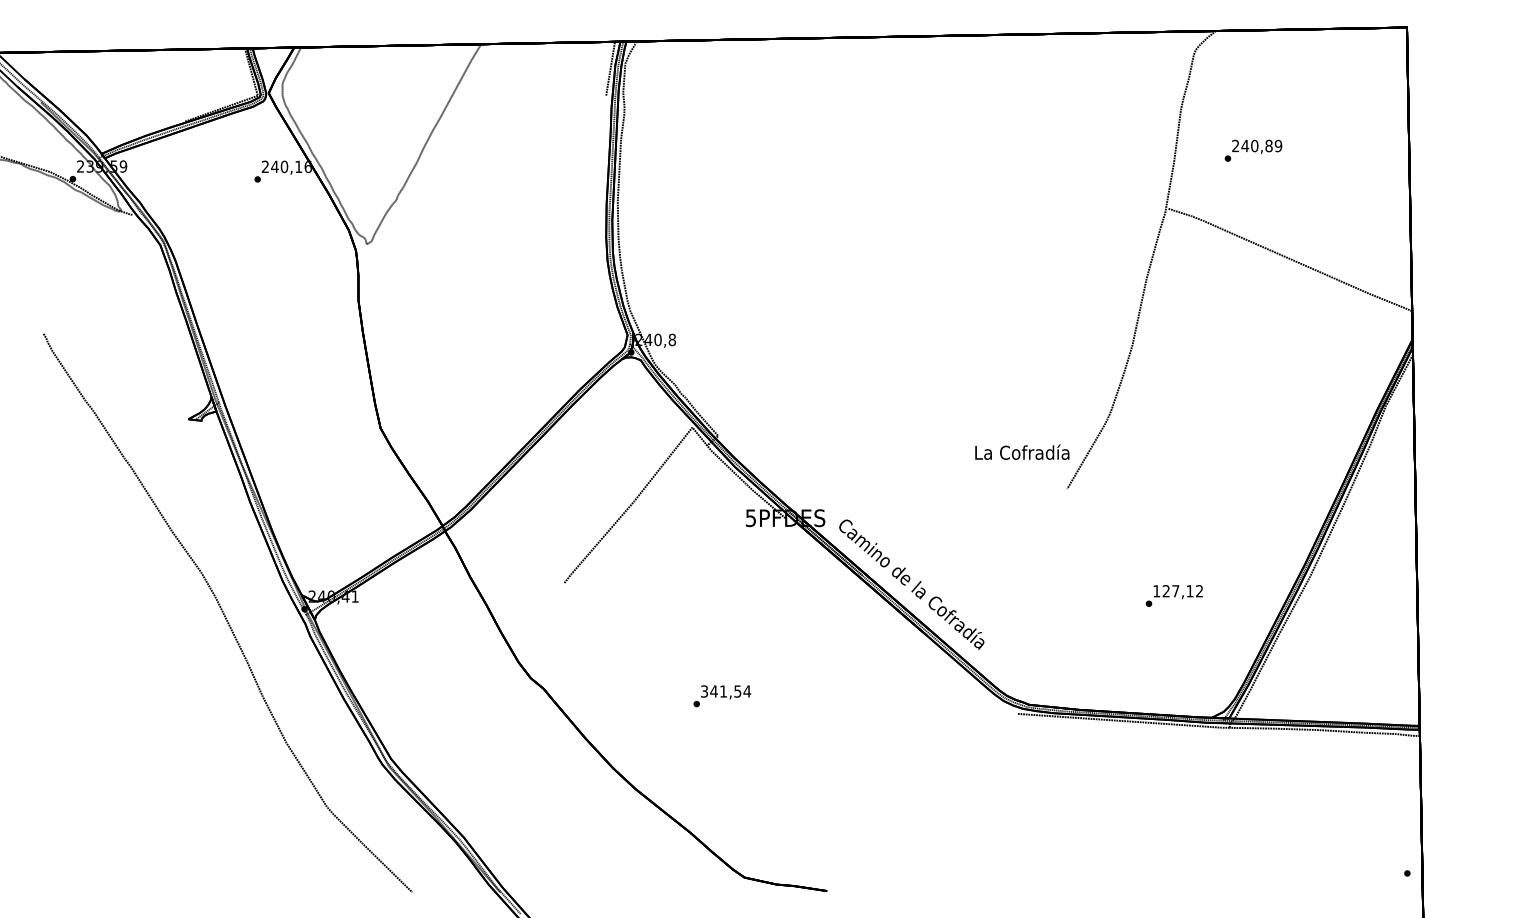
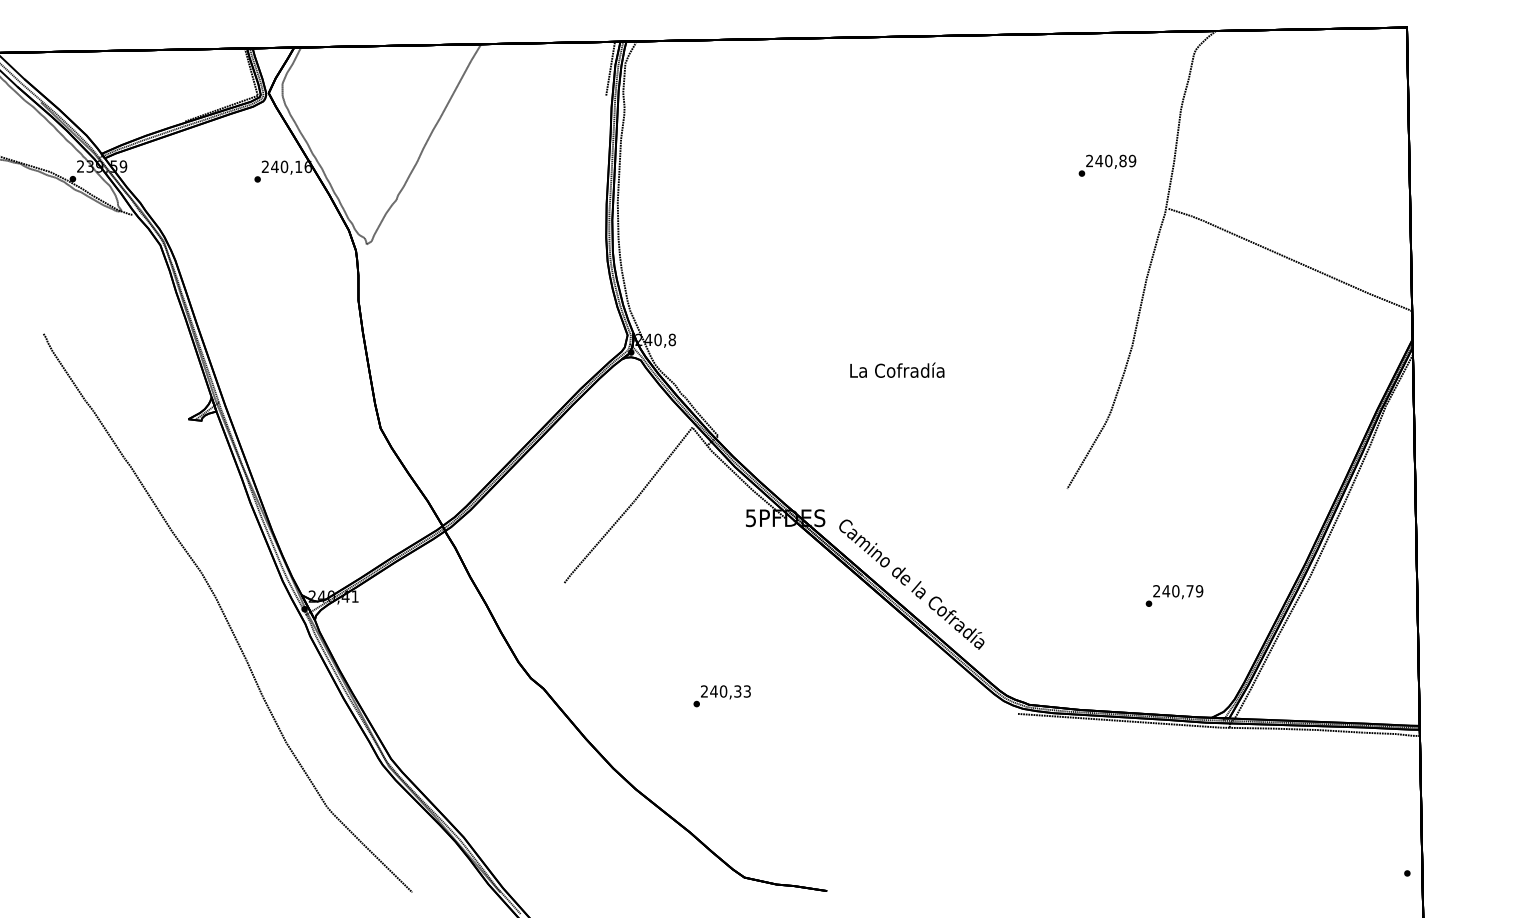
text at (1253, 150) position: (1253, 150) -> (1107, 165)
text at (1022, 451) position: (1022, 451) -> (897, 369)
text at (1178, 591): 127,12 -> 240,79
text at (726, 691): 341,54 -> 240,33
